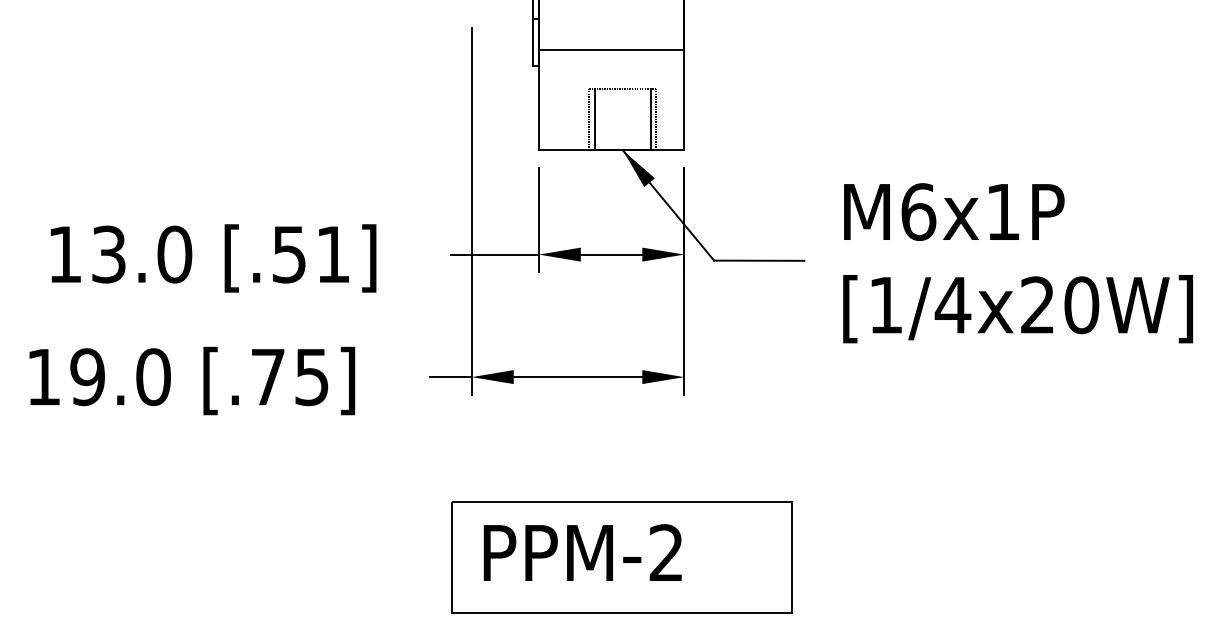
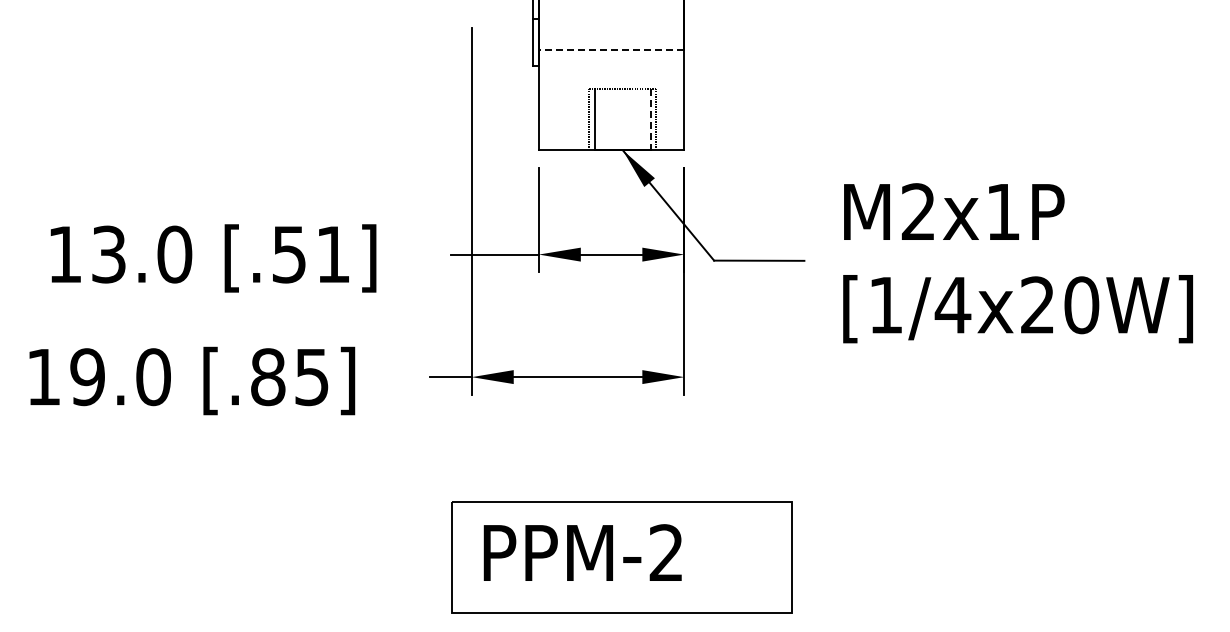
line at (611, 49): solid -> dashed
line at (650, 119): solid -> dashed
text at (918, 212): M6x1P -> M2x1P
text at (268, 377): [.75] -> [.85]
